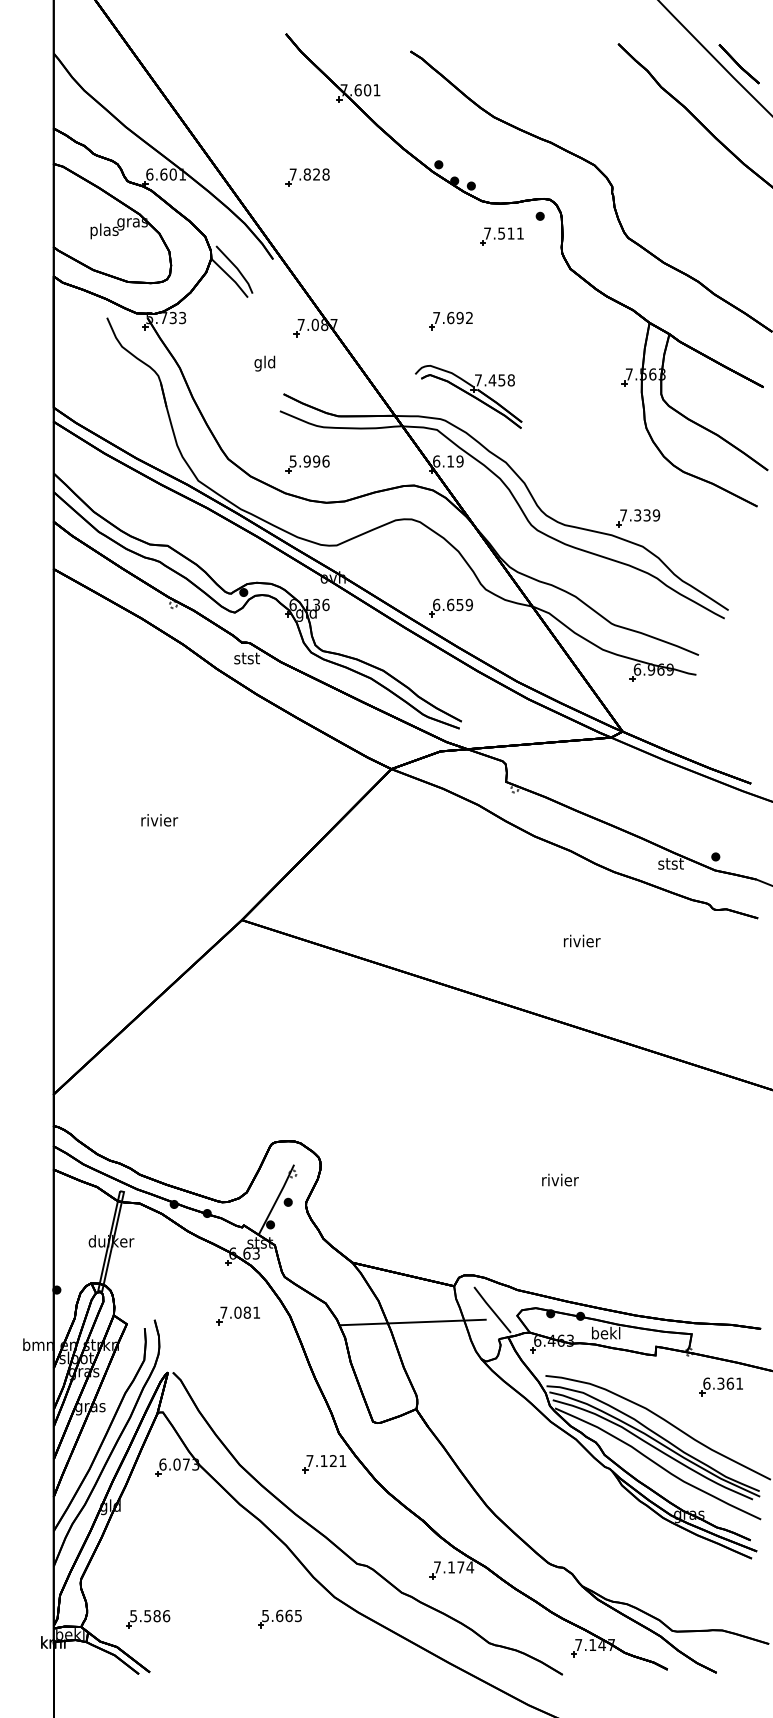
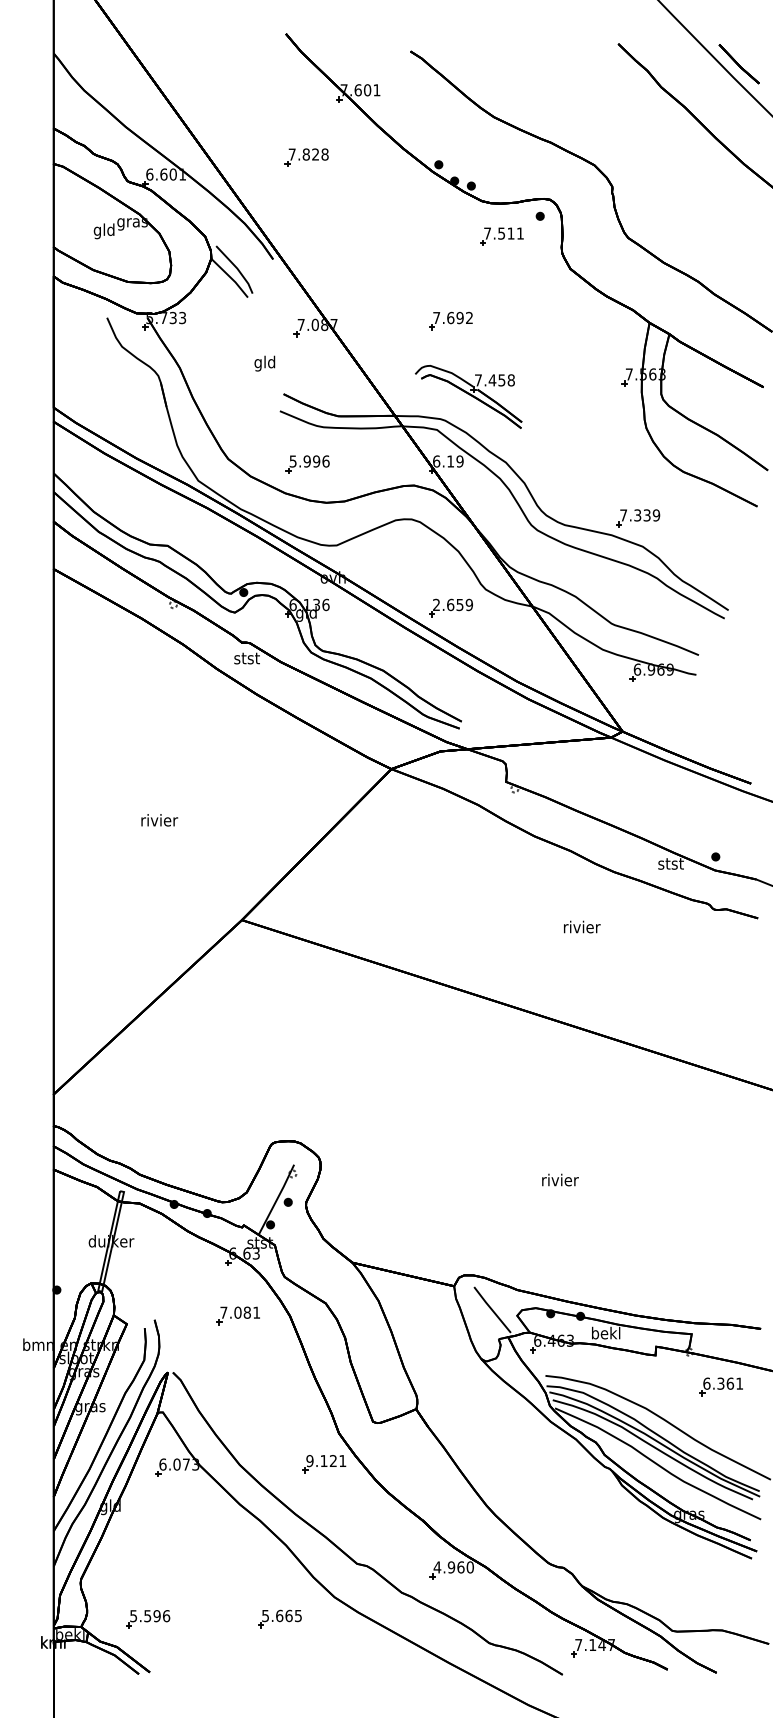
part at (307, 177) position: (307, 177) -> (306, 157)
text at (104, 231): plas -> gld
text at (436, 604): 6.659 -> 2.659
text at (582, 940) position: (582, 940) -> (582, 926)
line at (412, 1322): present -> none
text at (309, 1461): 7.121 -> 9.121
text at (453, 1567): 7.174 -> 4.960
text at (156, 1616): 5.586 -> 5.596
